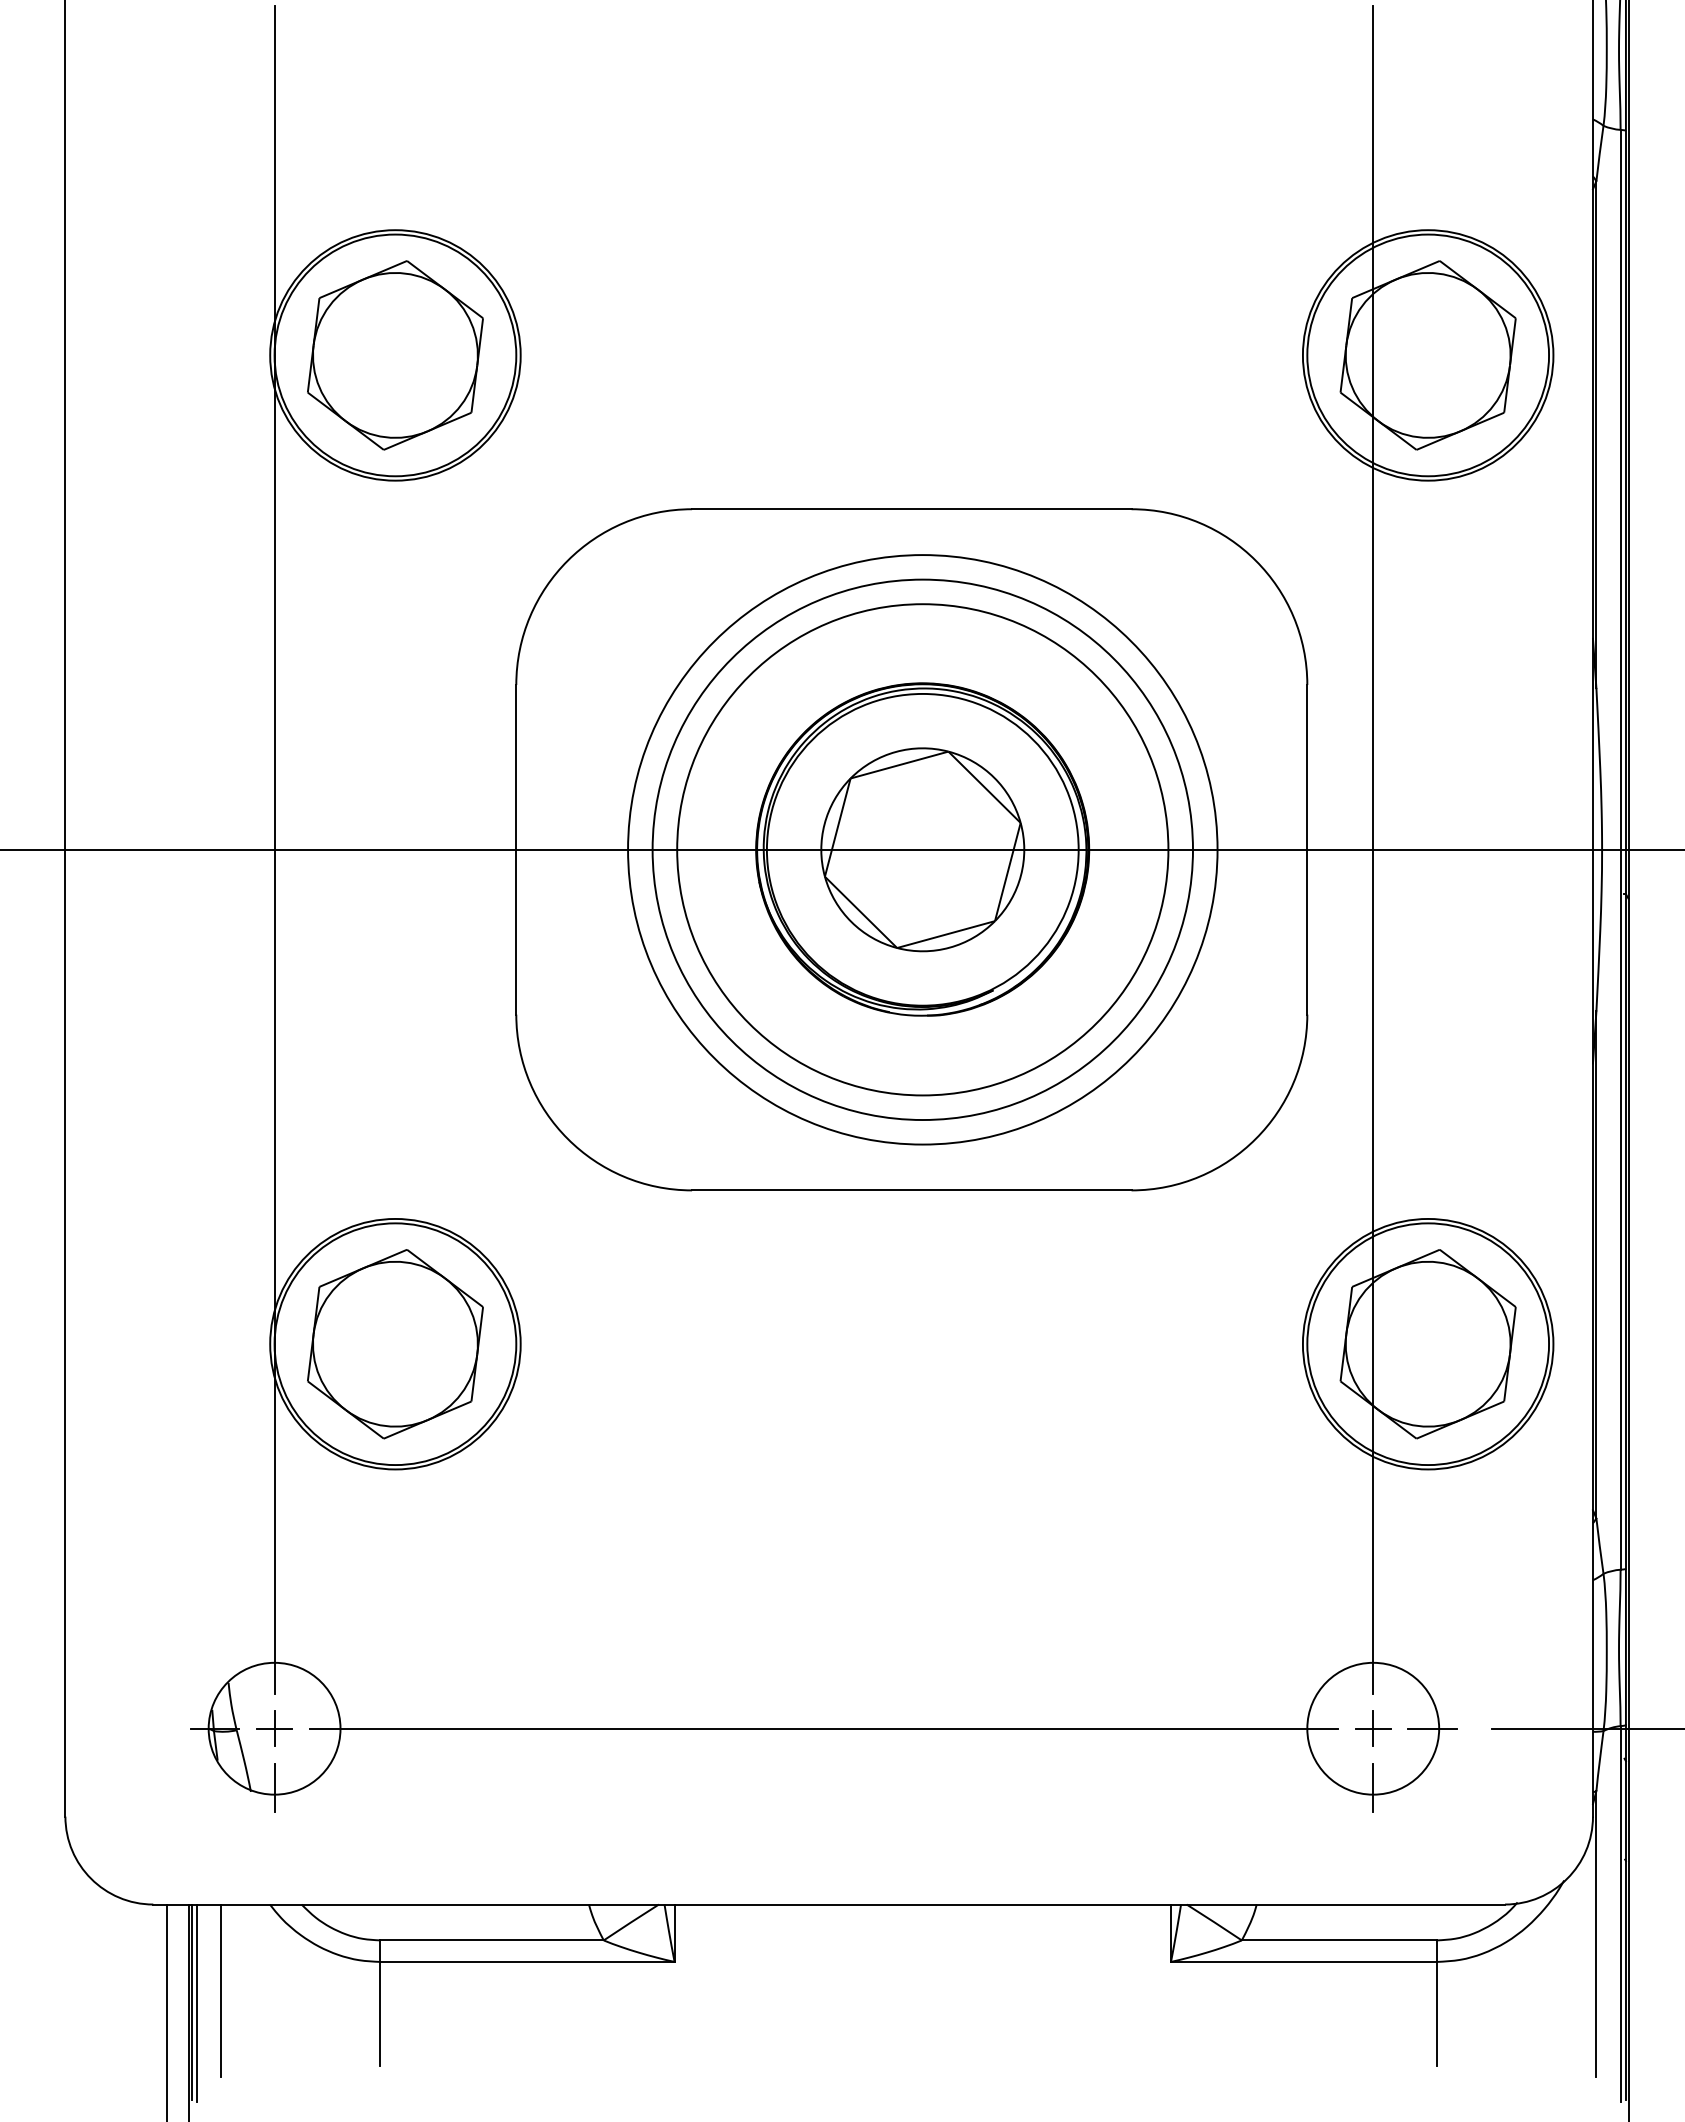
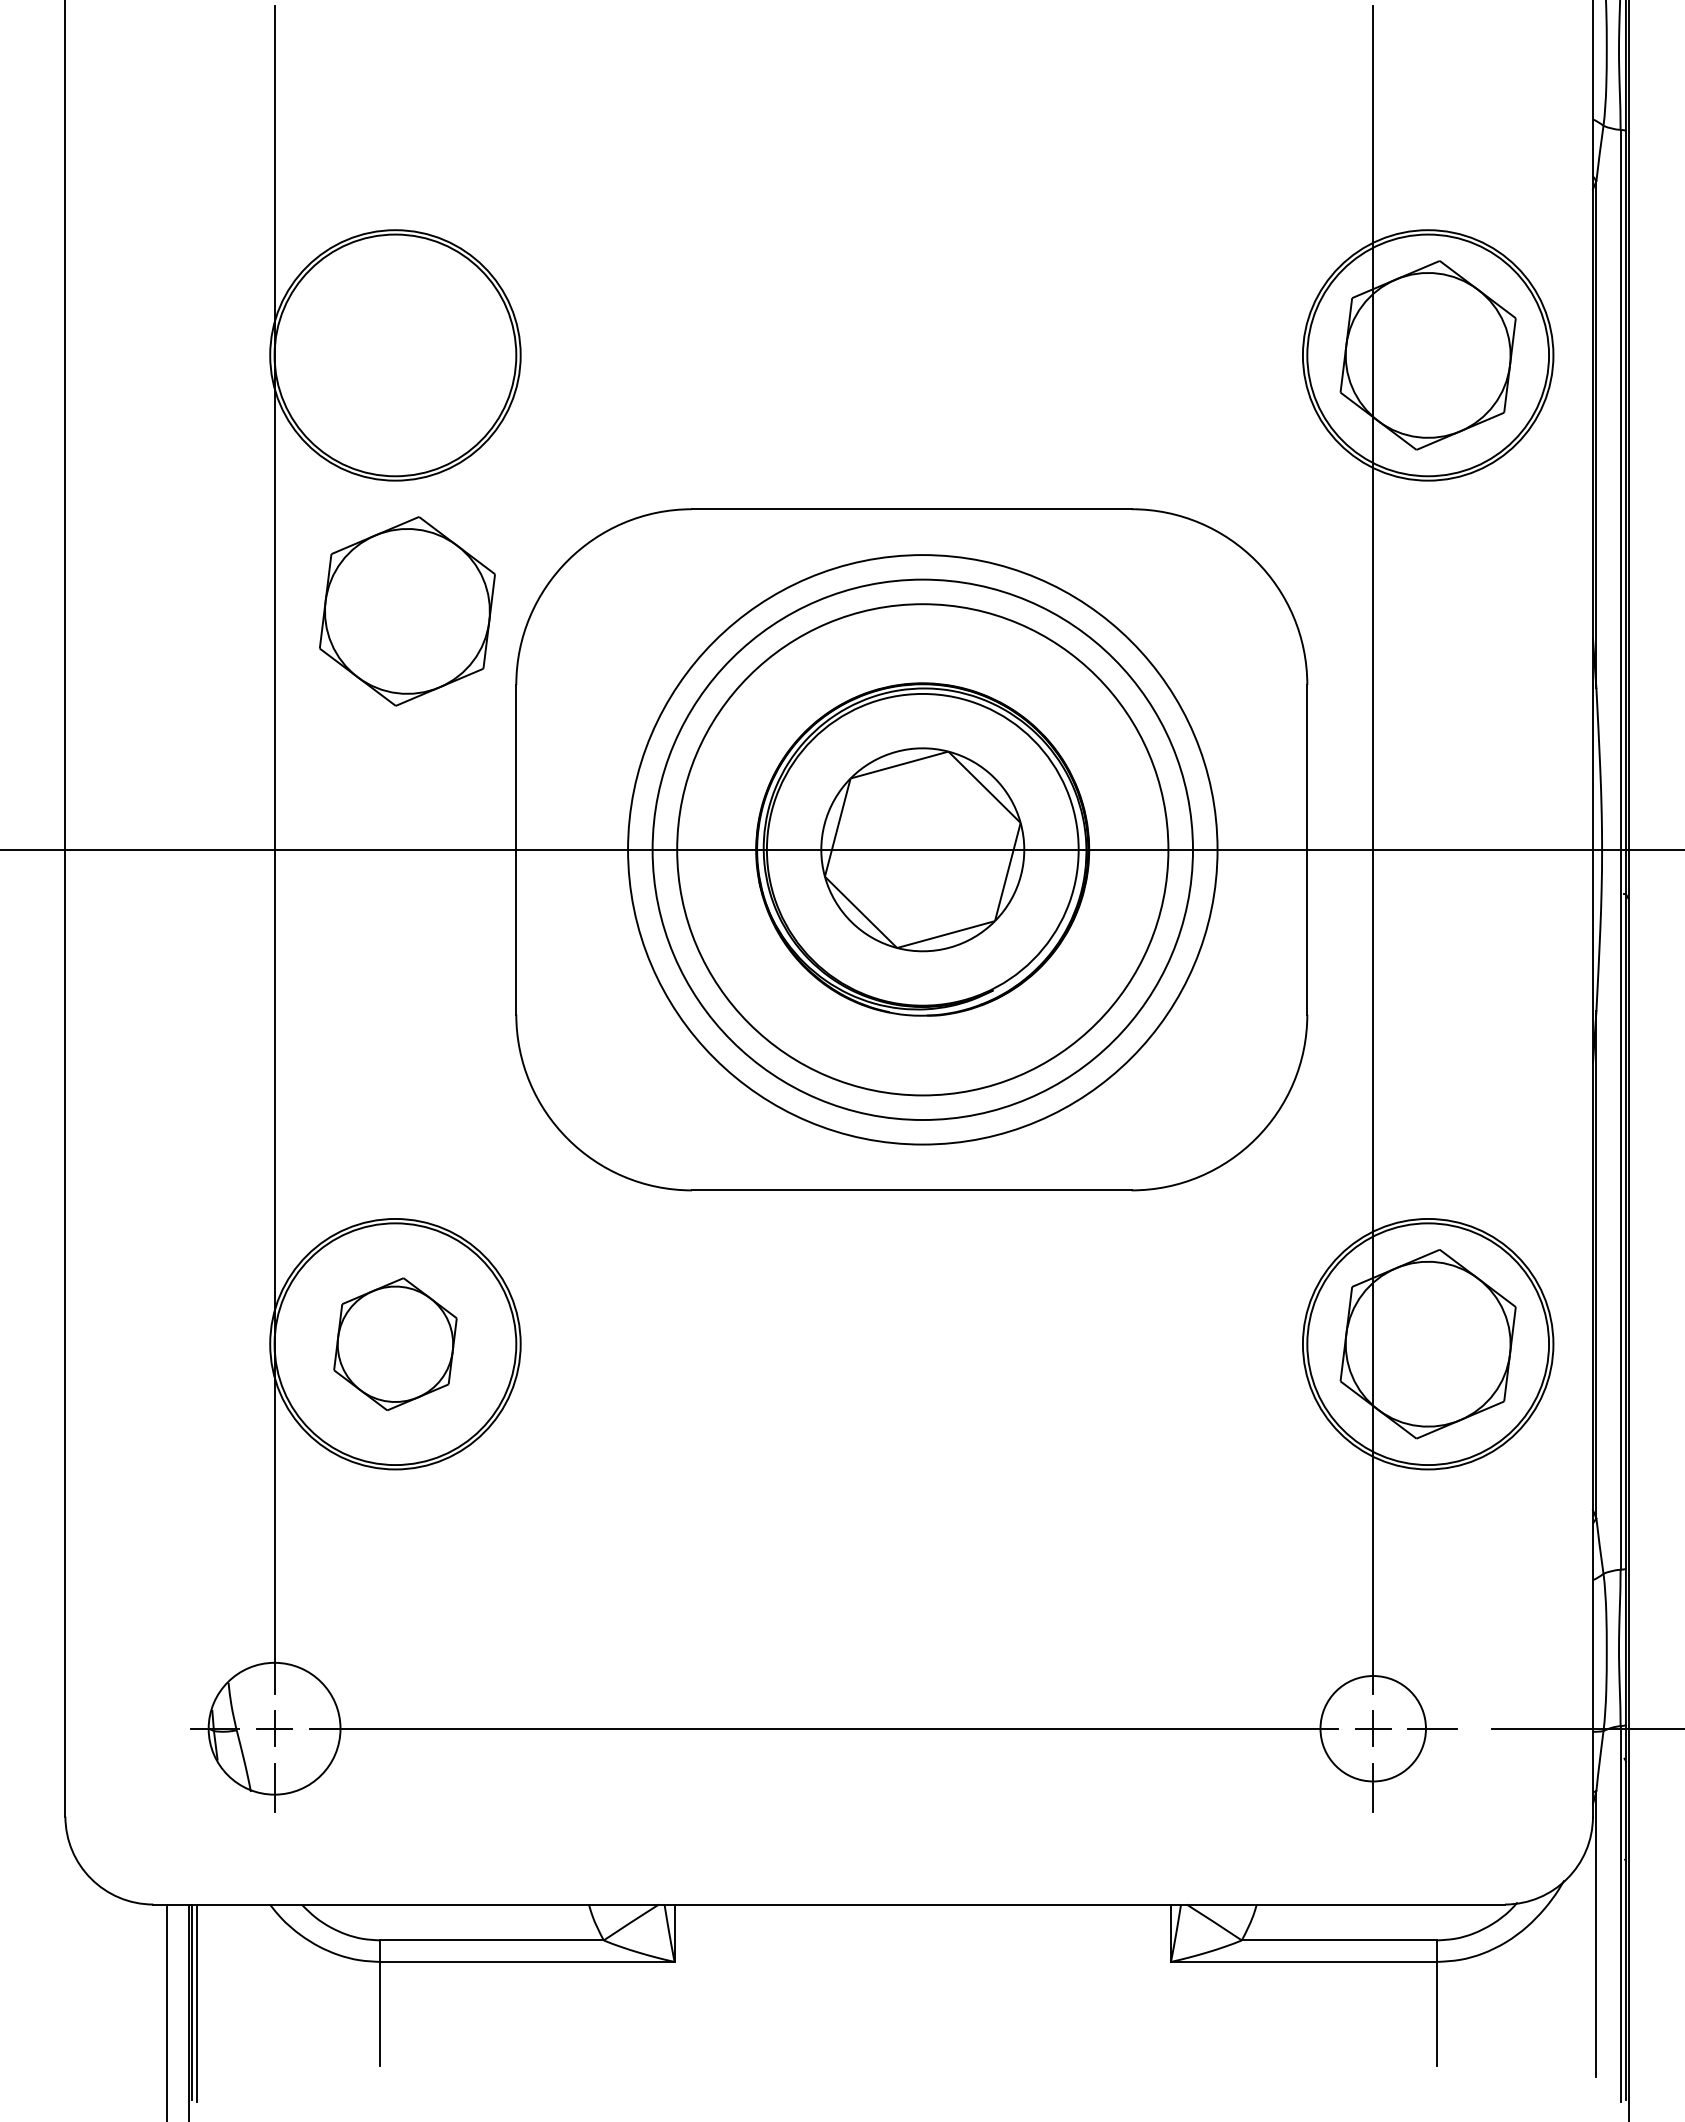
part at (395, 355) position: (395, 355) -> (407, 611)
part at (395, 1344) size: 177x191 px -> 125x134 px
circle at (1373, 1728) diameter: 132 px -> 105 px
line at (221, 1990): present -> none
